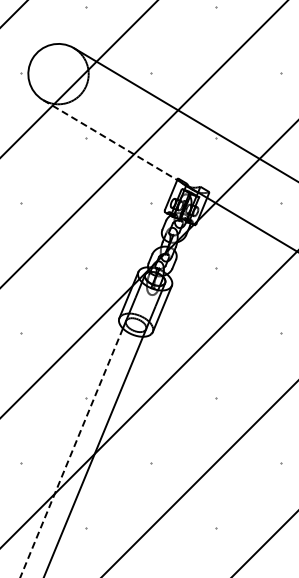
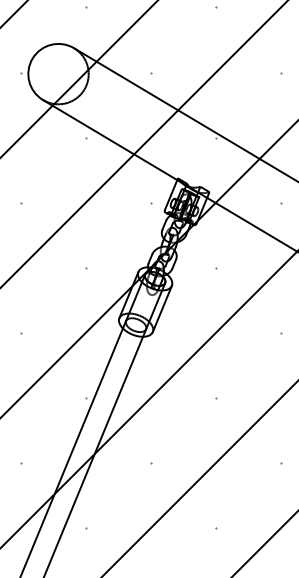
line at (110, 140): dashed -> solid
line at (71, 453): dashed -> solid
